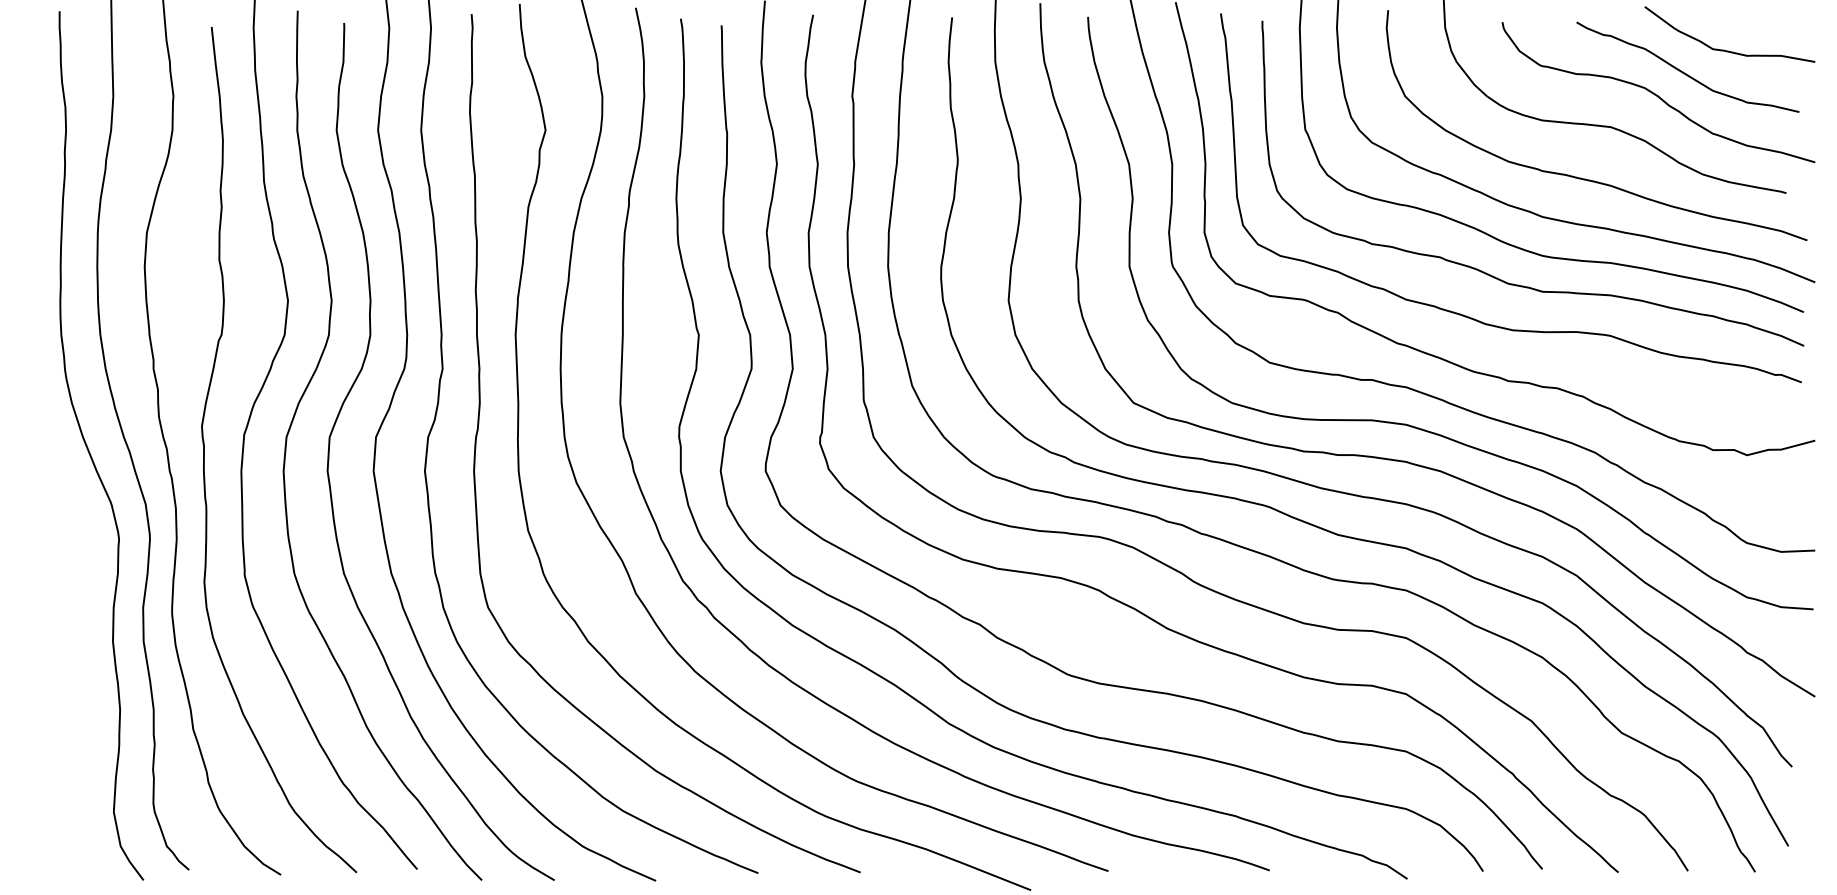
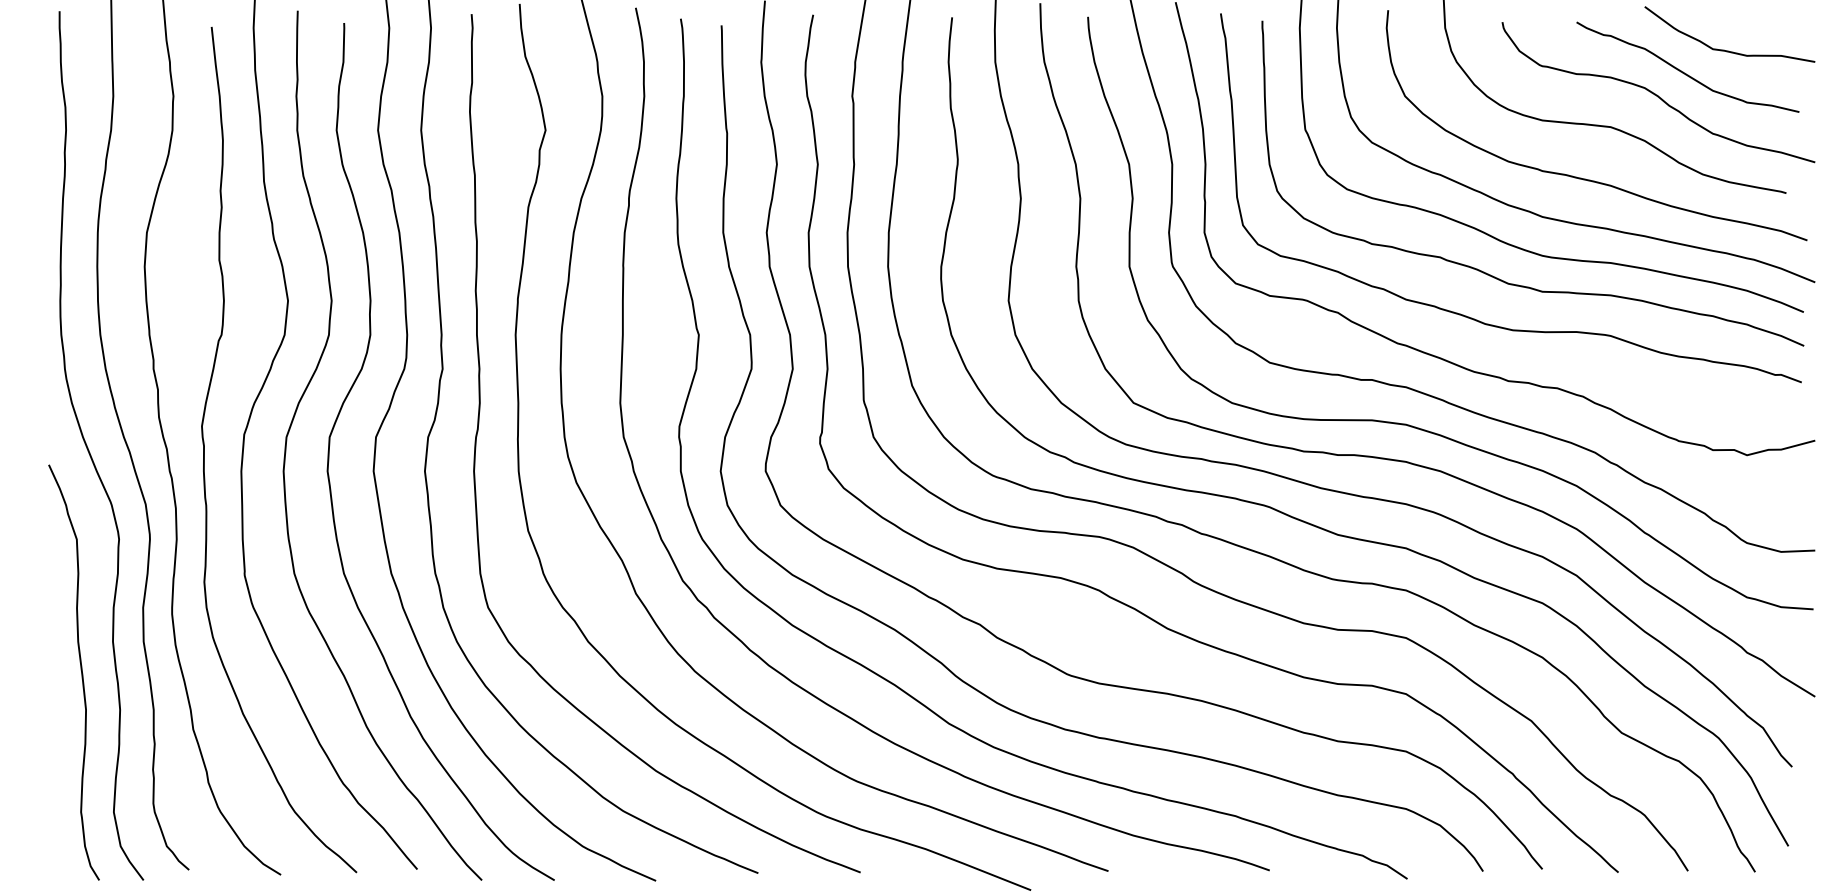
curve at (80, 670): none -> present
